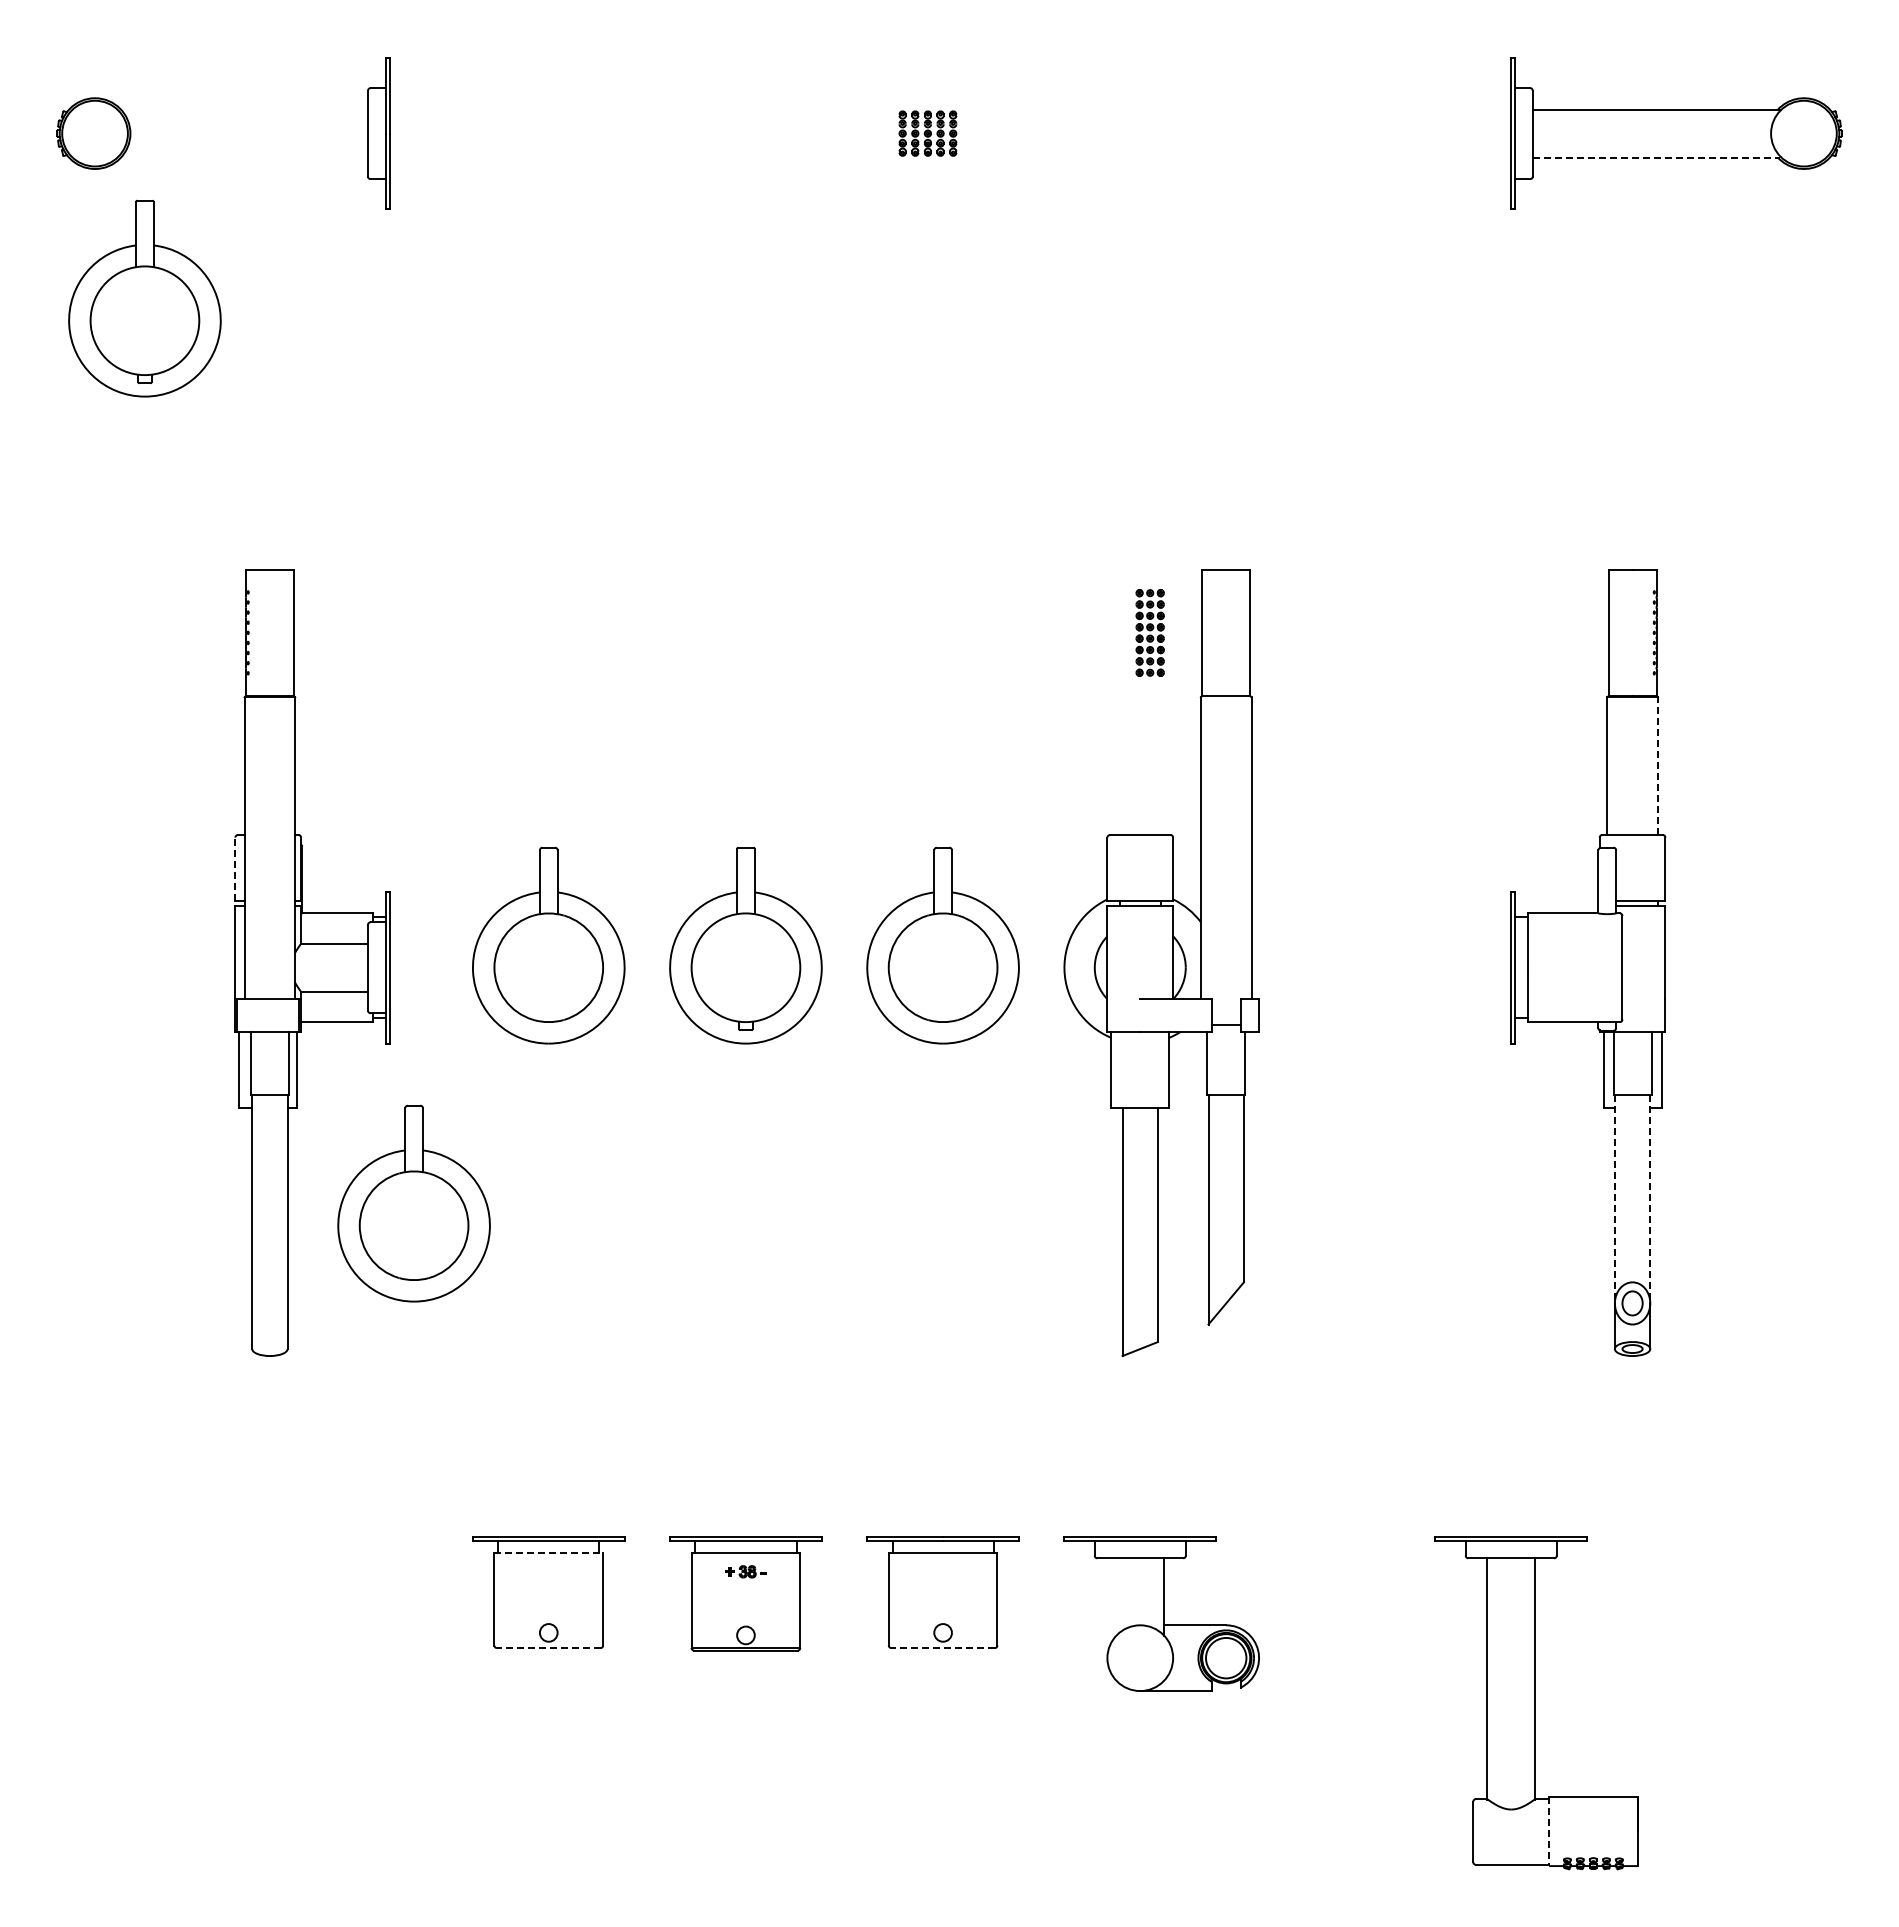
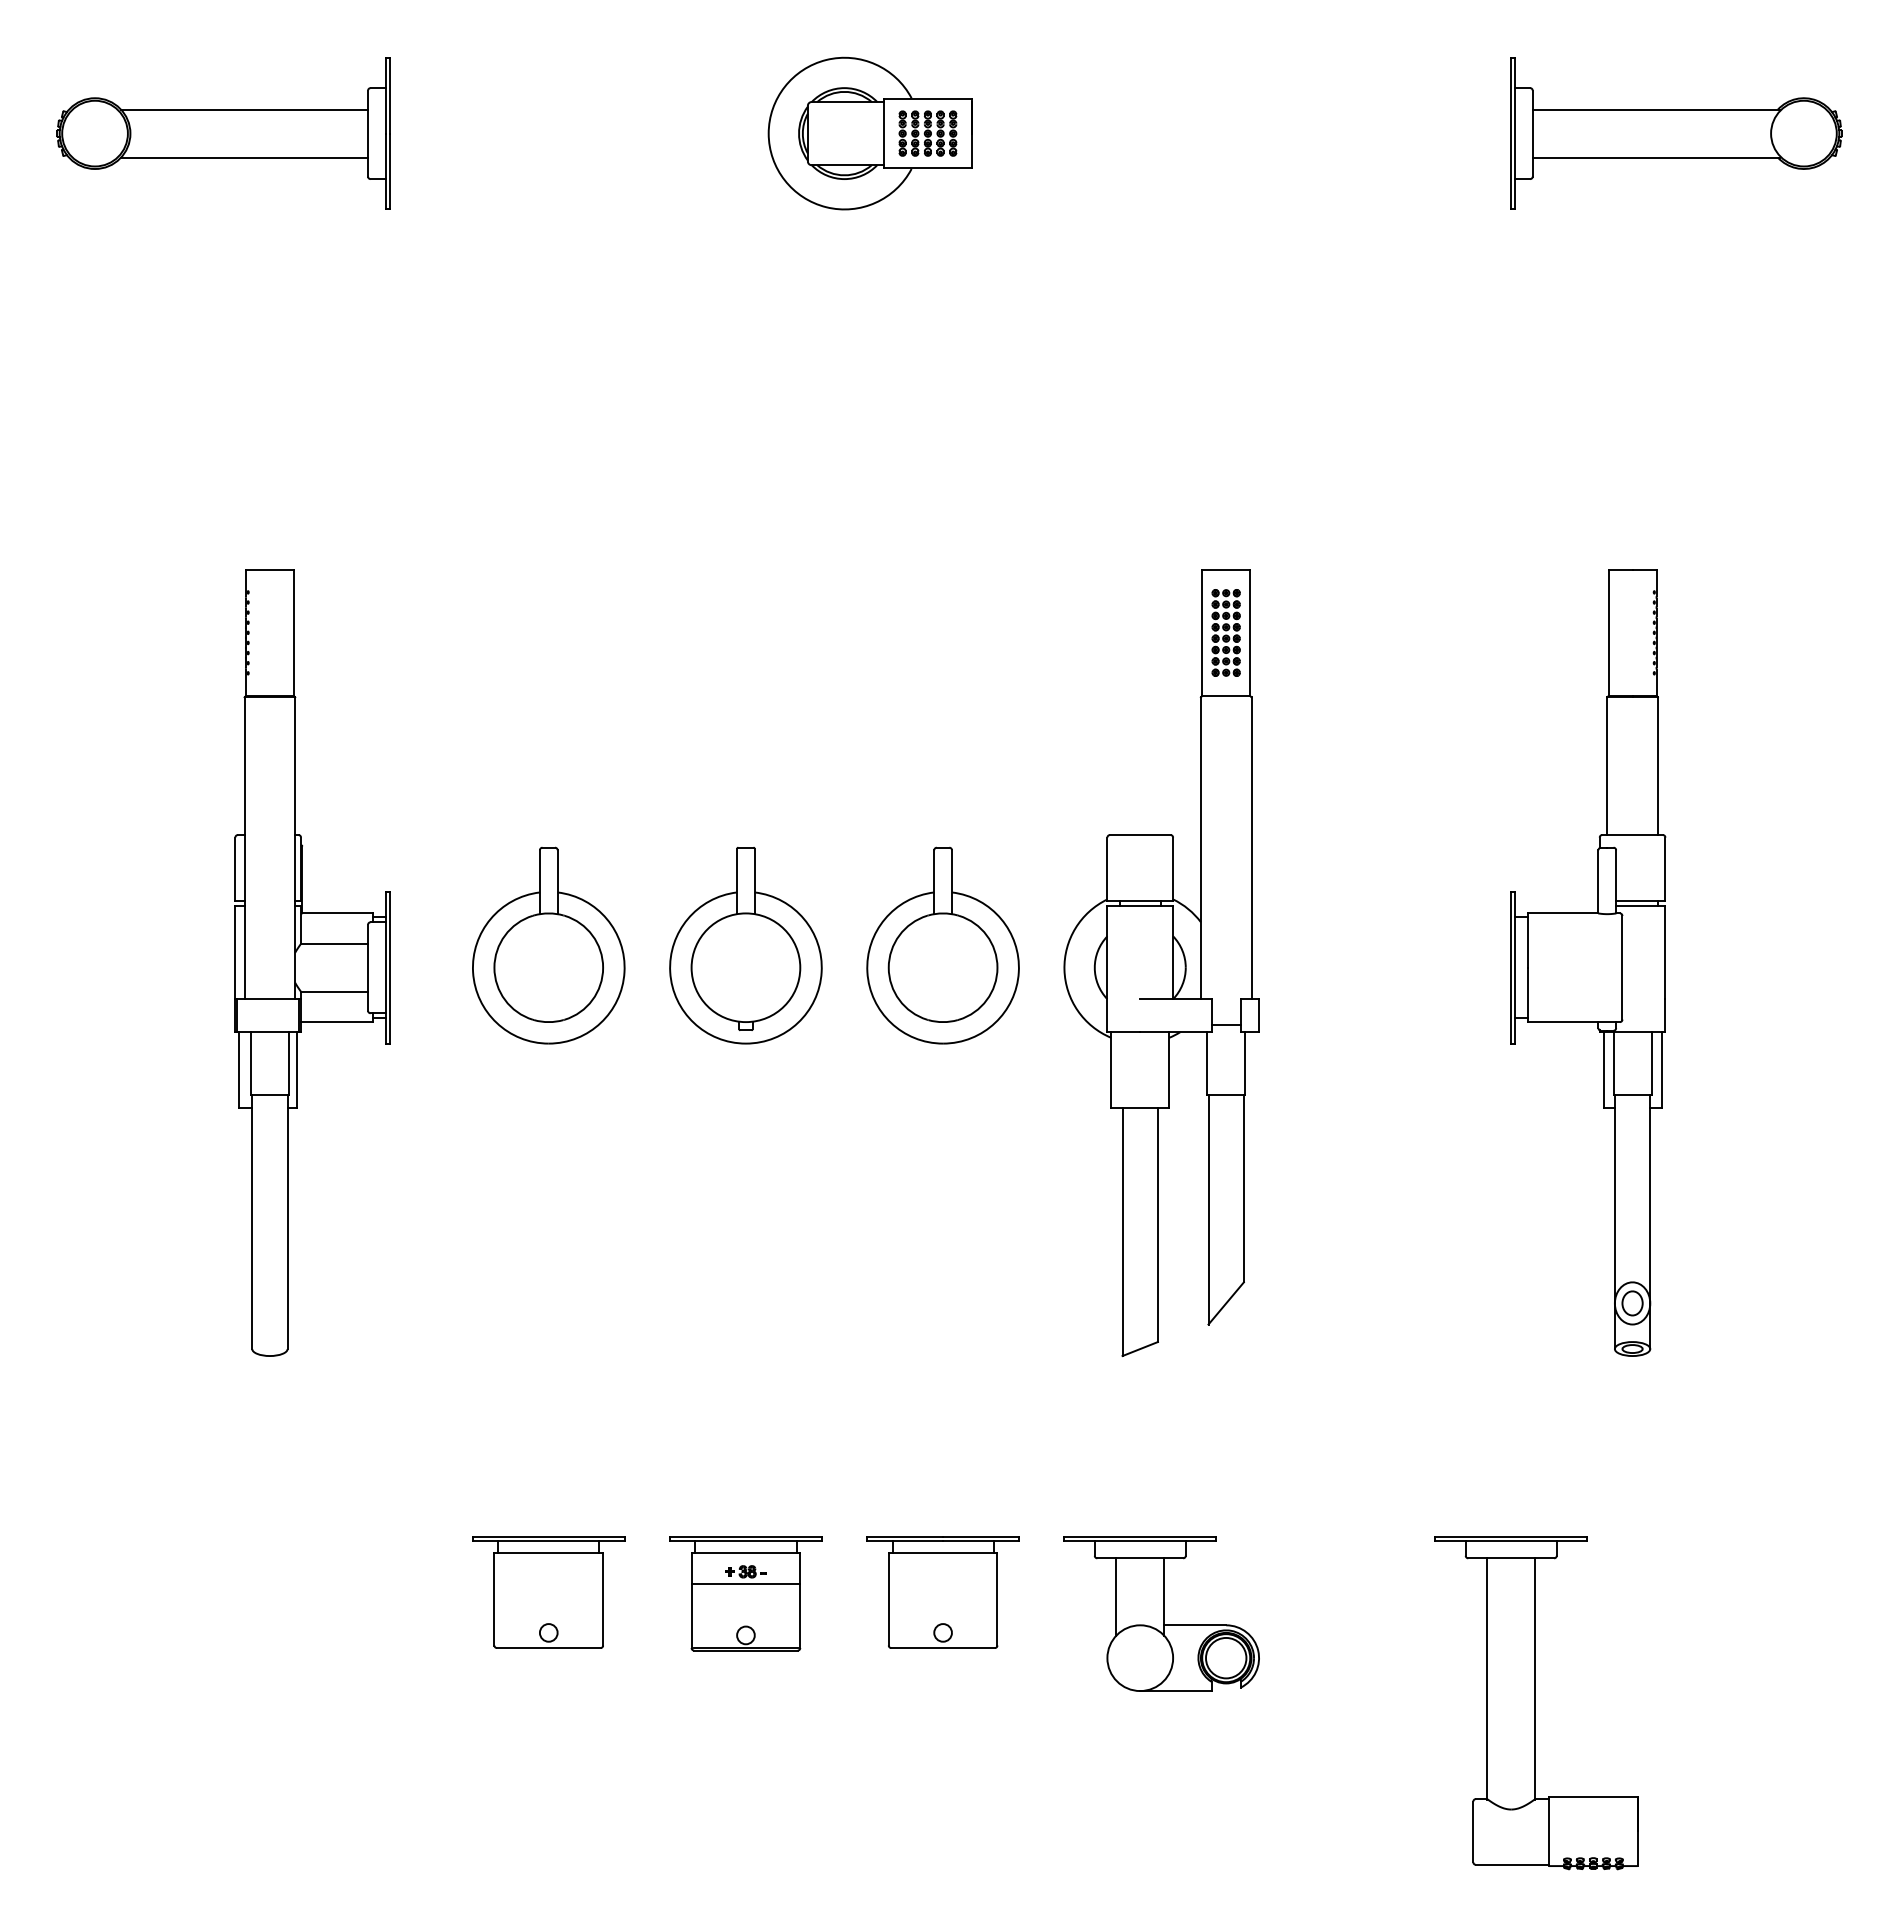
line at (244, 109): none -> present
part at (869, 133): none -> present
line at (244, 157): none -> present
line at (1656, 157): dashed -> solid
part at (144, 298): present -> none
part at (1149, 632) position: (1149, 632) -> (1225, 632)
line at (1657, 766): dashed -> solid
line at (235, 869): dashed -> solid
line at (1614, 1199): dashed -> solid
line at (1650, 1199): dashed -> solid
part at (413, 1203): present -> none
line at (549, 1553): dashed -> solid
line at (745, 1583): none -> present
line at (1116, 1596): none -> present
line at (548, 1648): dashed -> solid
line at (943, 1648): dashed -> solid
line at (1549, 1831): dashed -> solid
